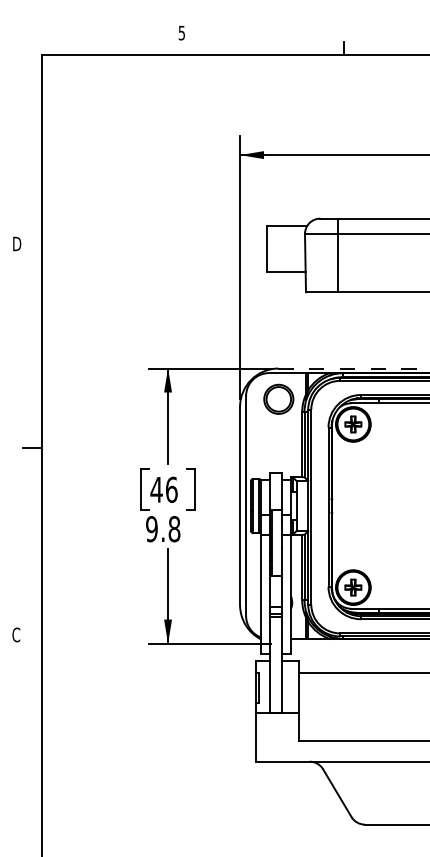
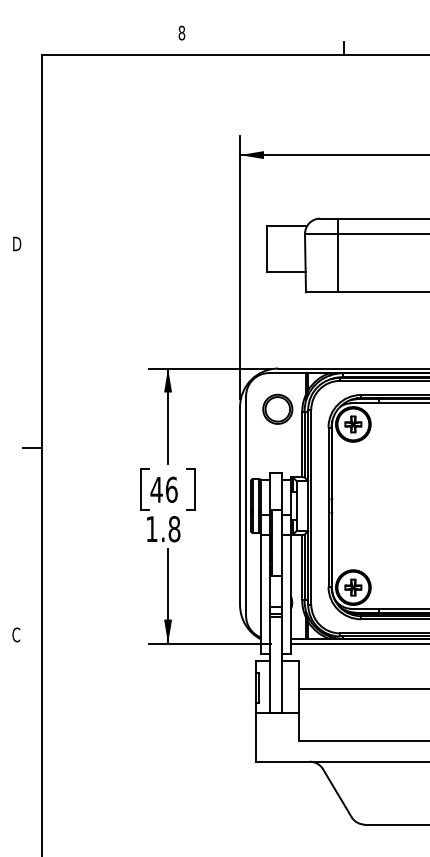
text at (181, 32): 5 -> 8
line at (354, 368): dashed -> solid
part at (278, 398) position: (278, 398) -> (277, 408)
text at (151, 529): 9.8 -> 1.8
line at (358, 643): none -> present
line at (362, 673) position: (362, 673) -> (362, 689)
